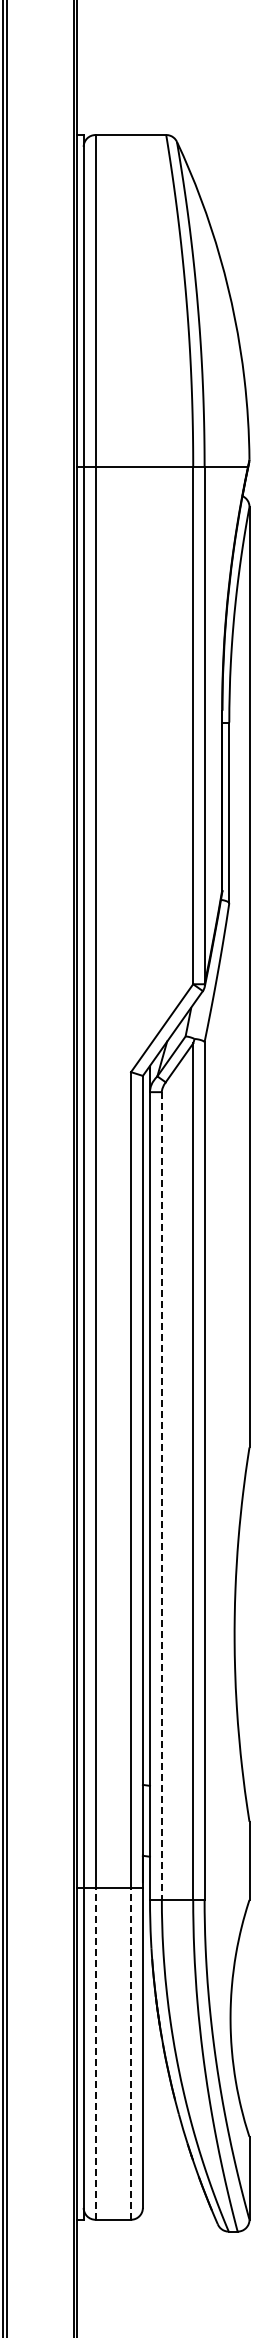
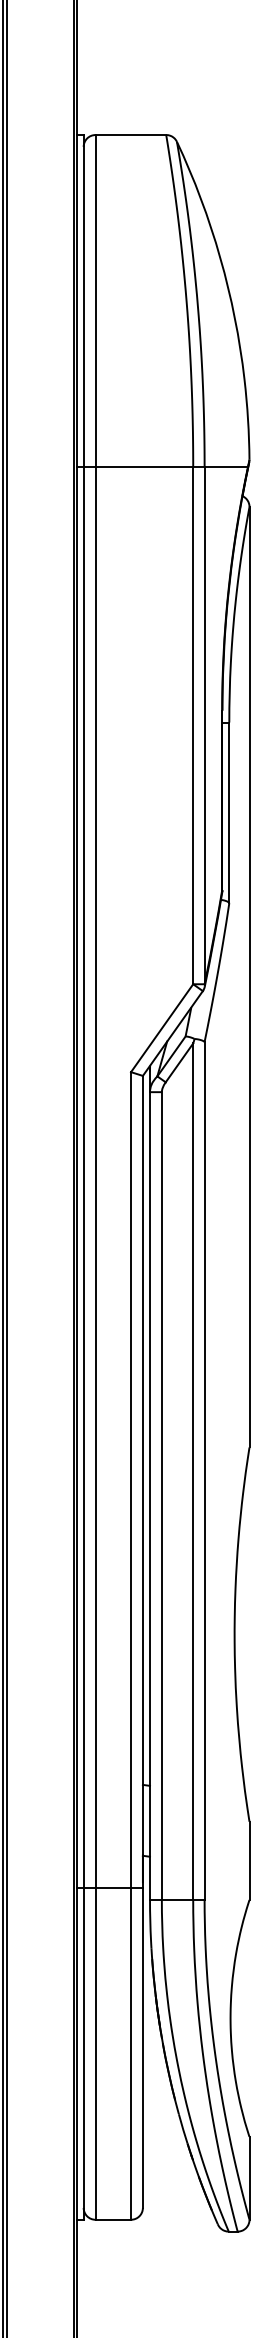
line at (161, 1496): dashed -> solid
line at (95, 2053): dashed -> solid
line at (131, 2053): dashed -> solid
